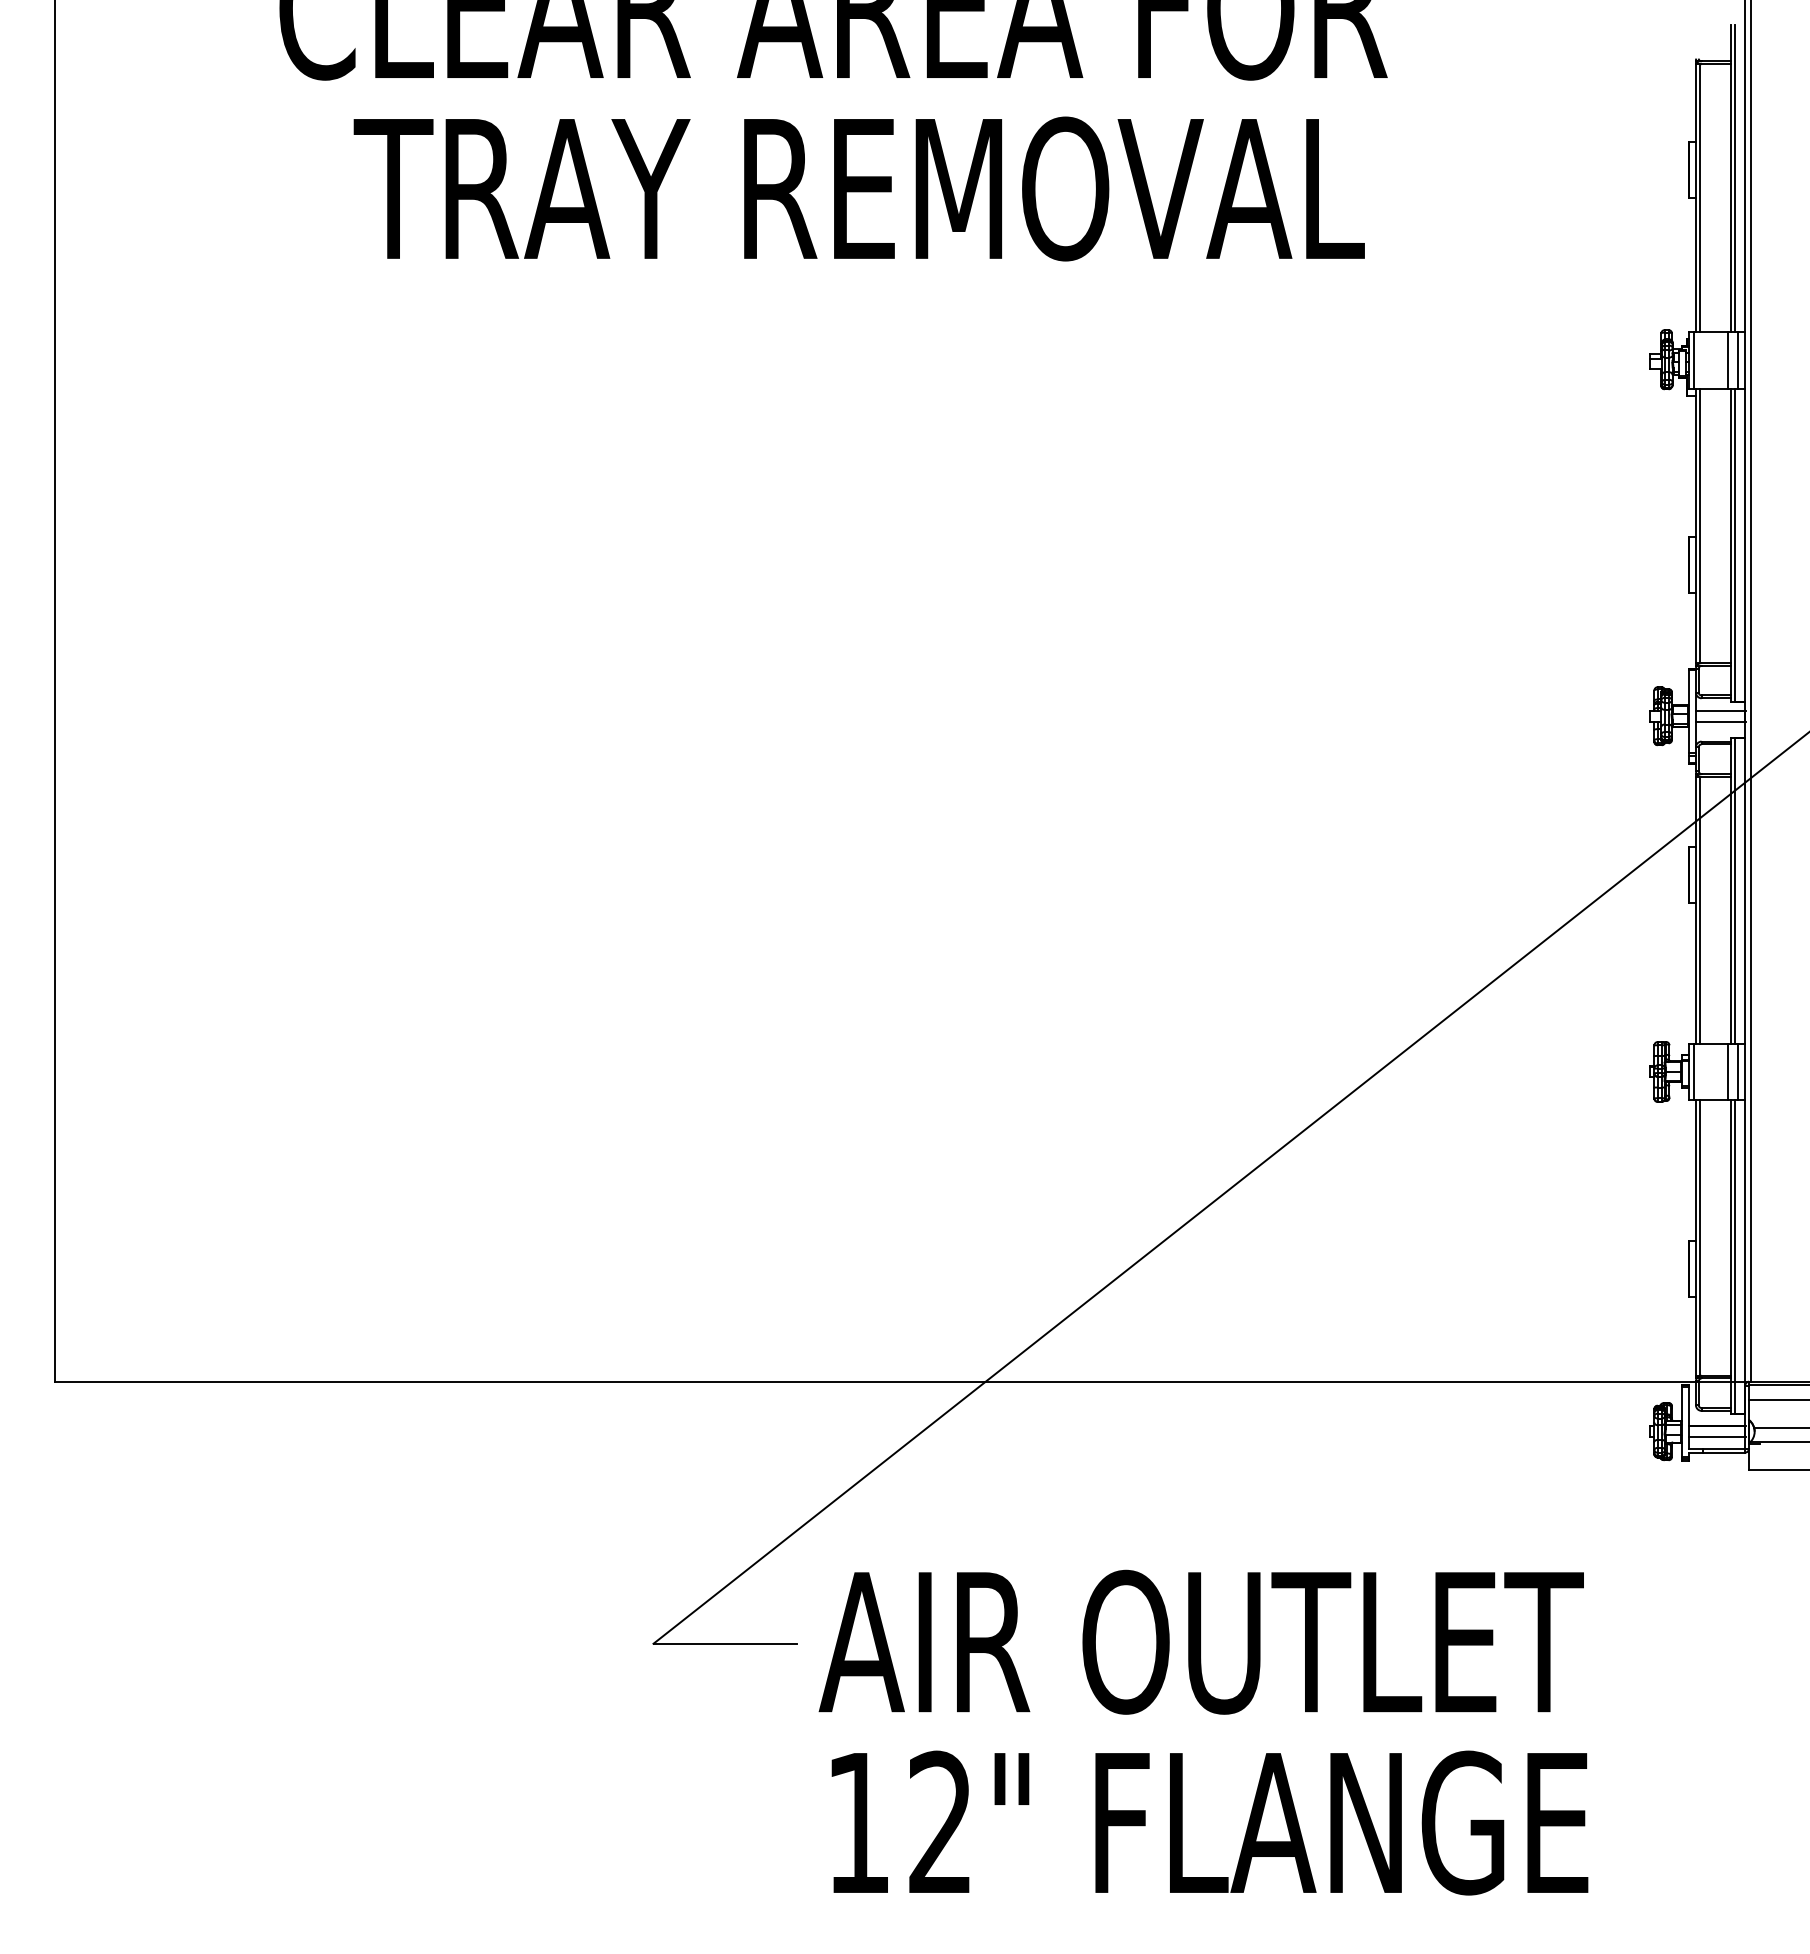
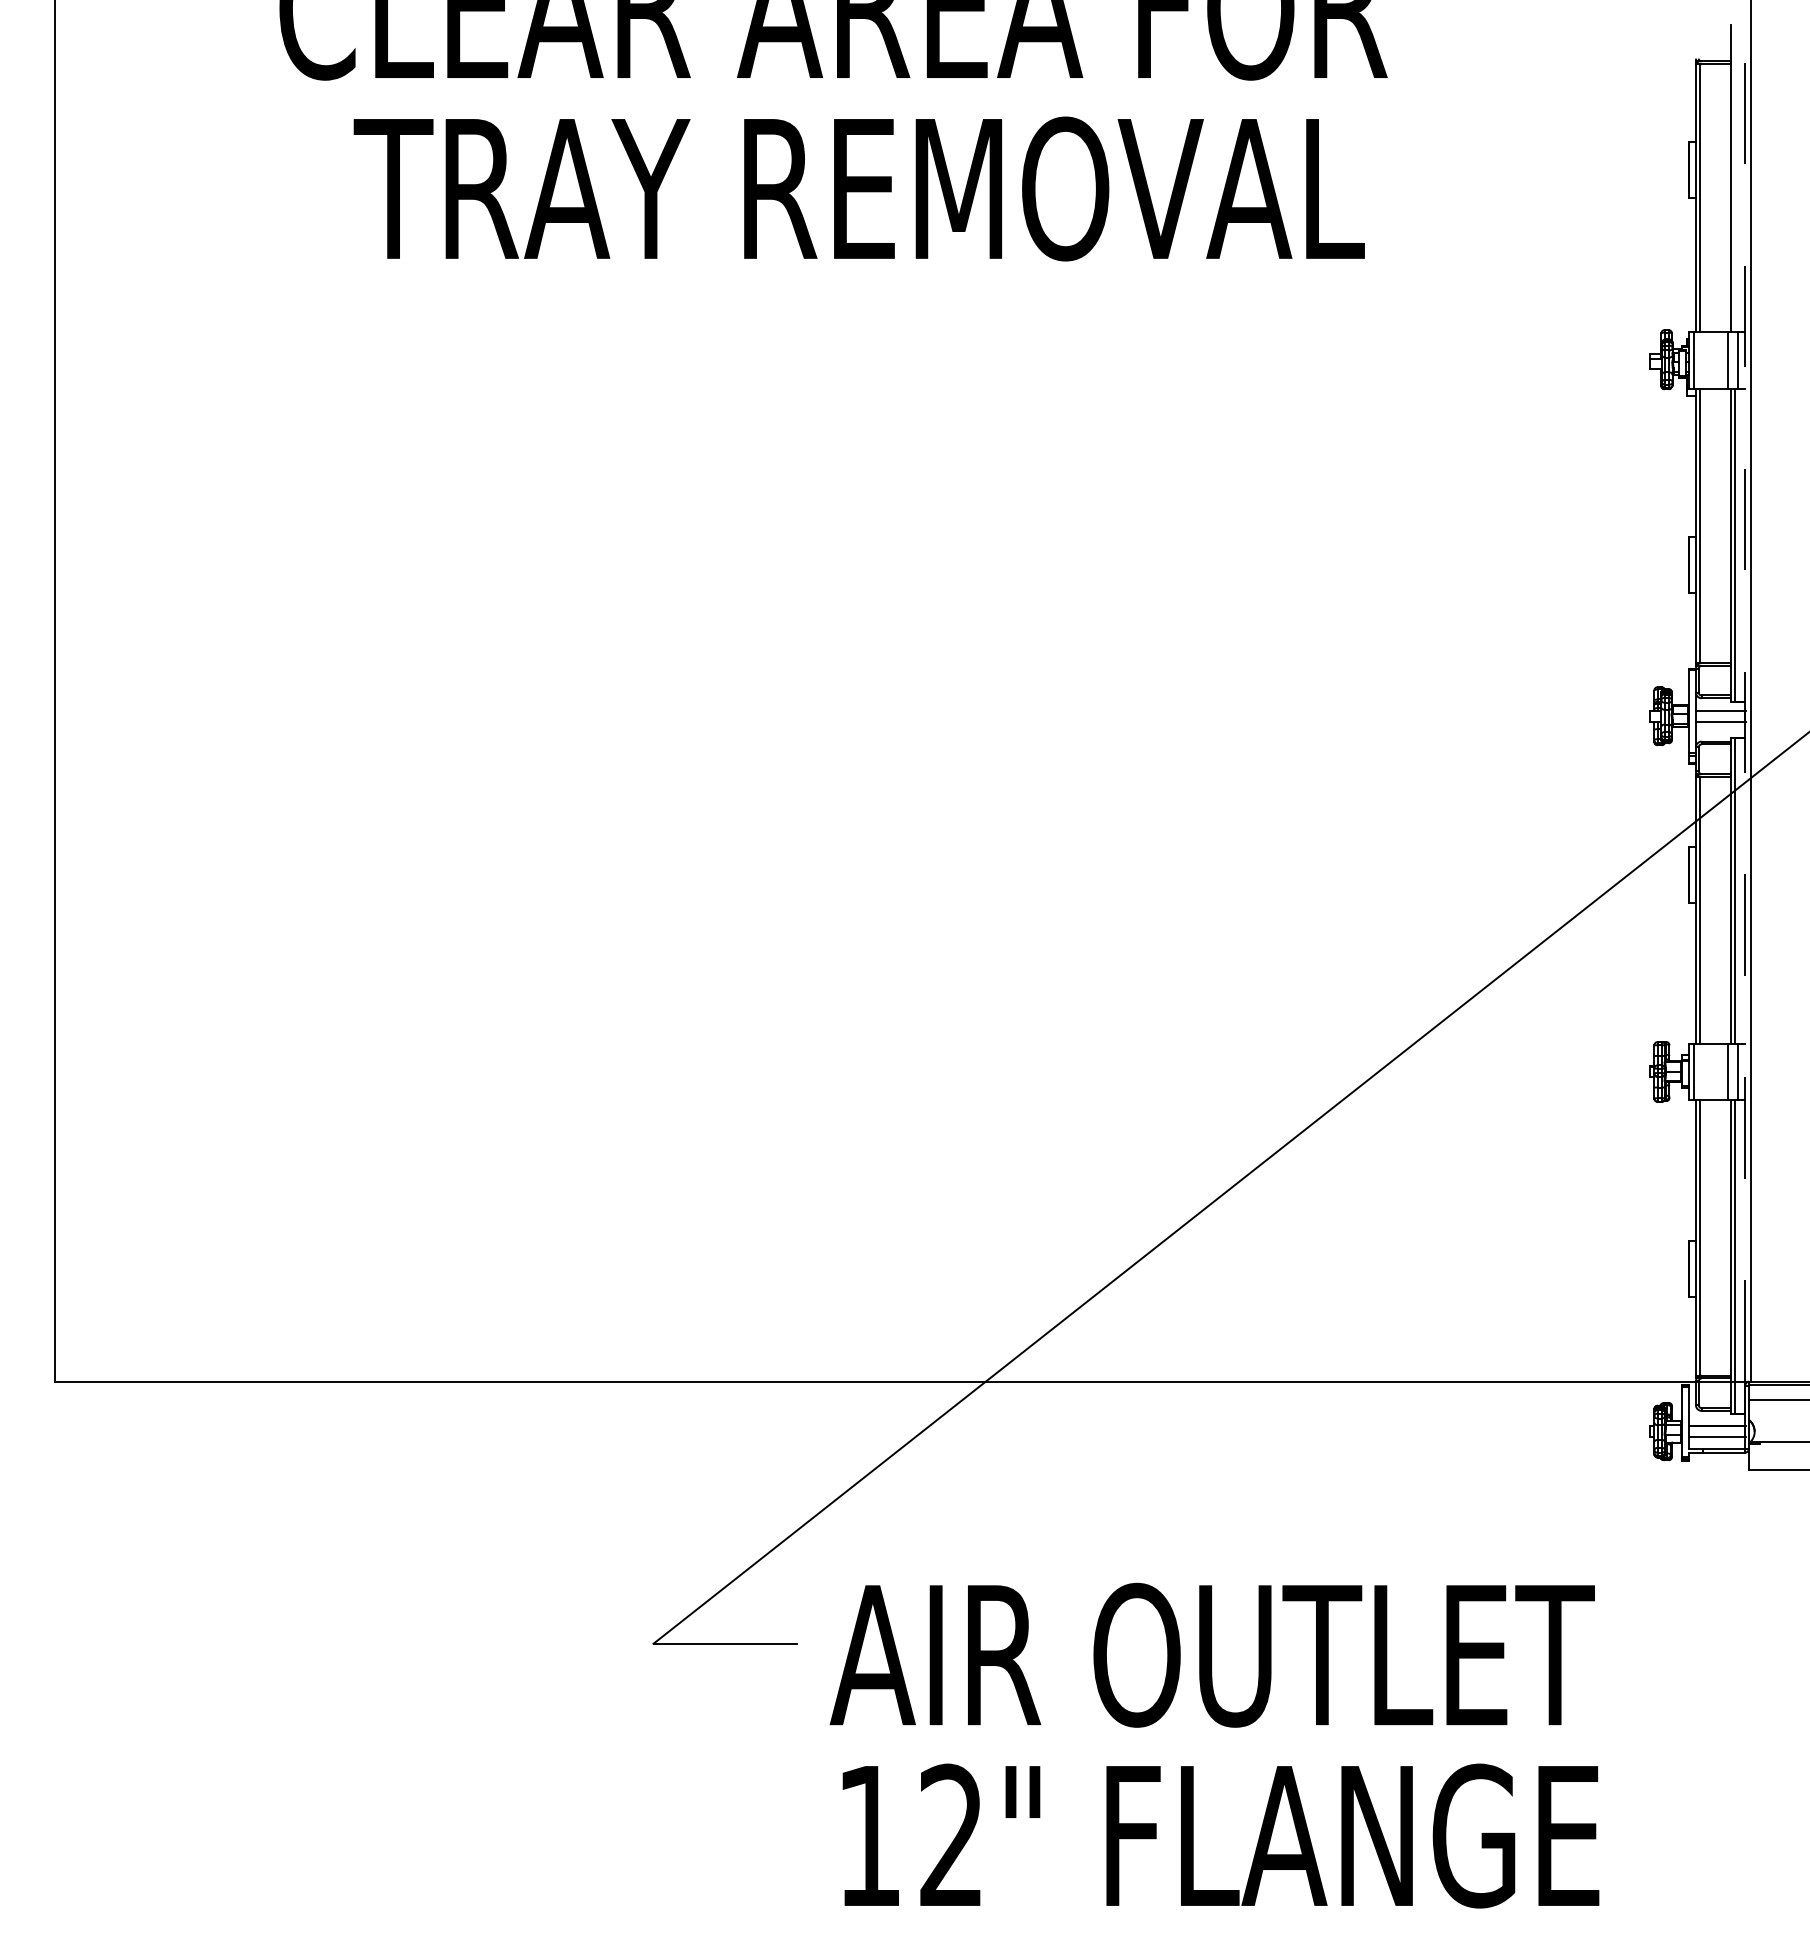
line at (1734, 178): present -> none
line at (1745, 690): solid -> dashed
line at (1780, 1427): present -> none
text at (1203, 1732) position: (1203, 1732) -> (1214, 1745)
